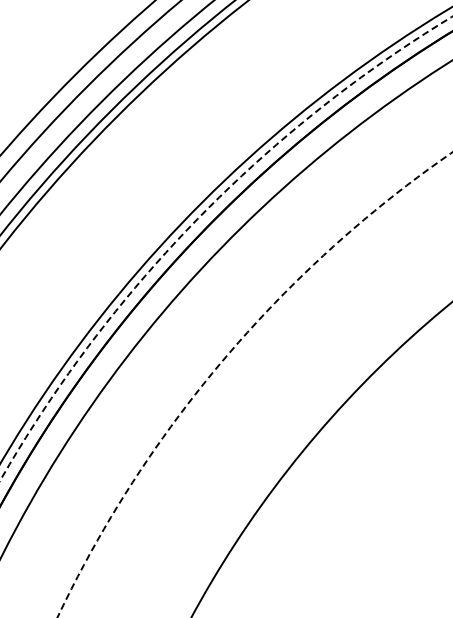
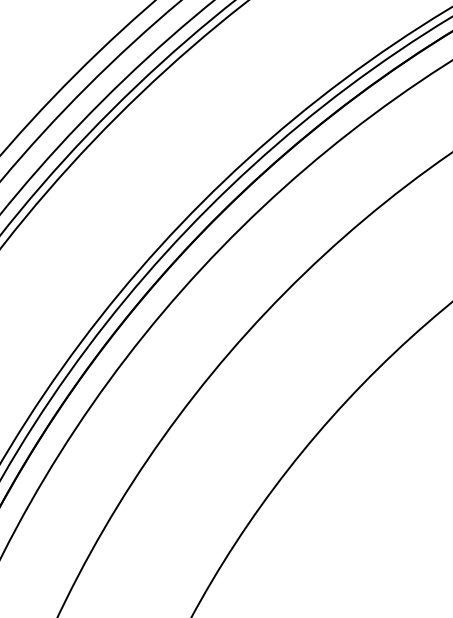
circle at (226, 248): dashed -> solid
arc at (224, 358): dashed -> solid
